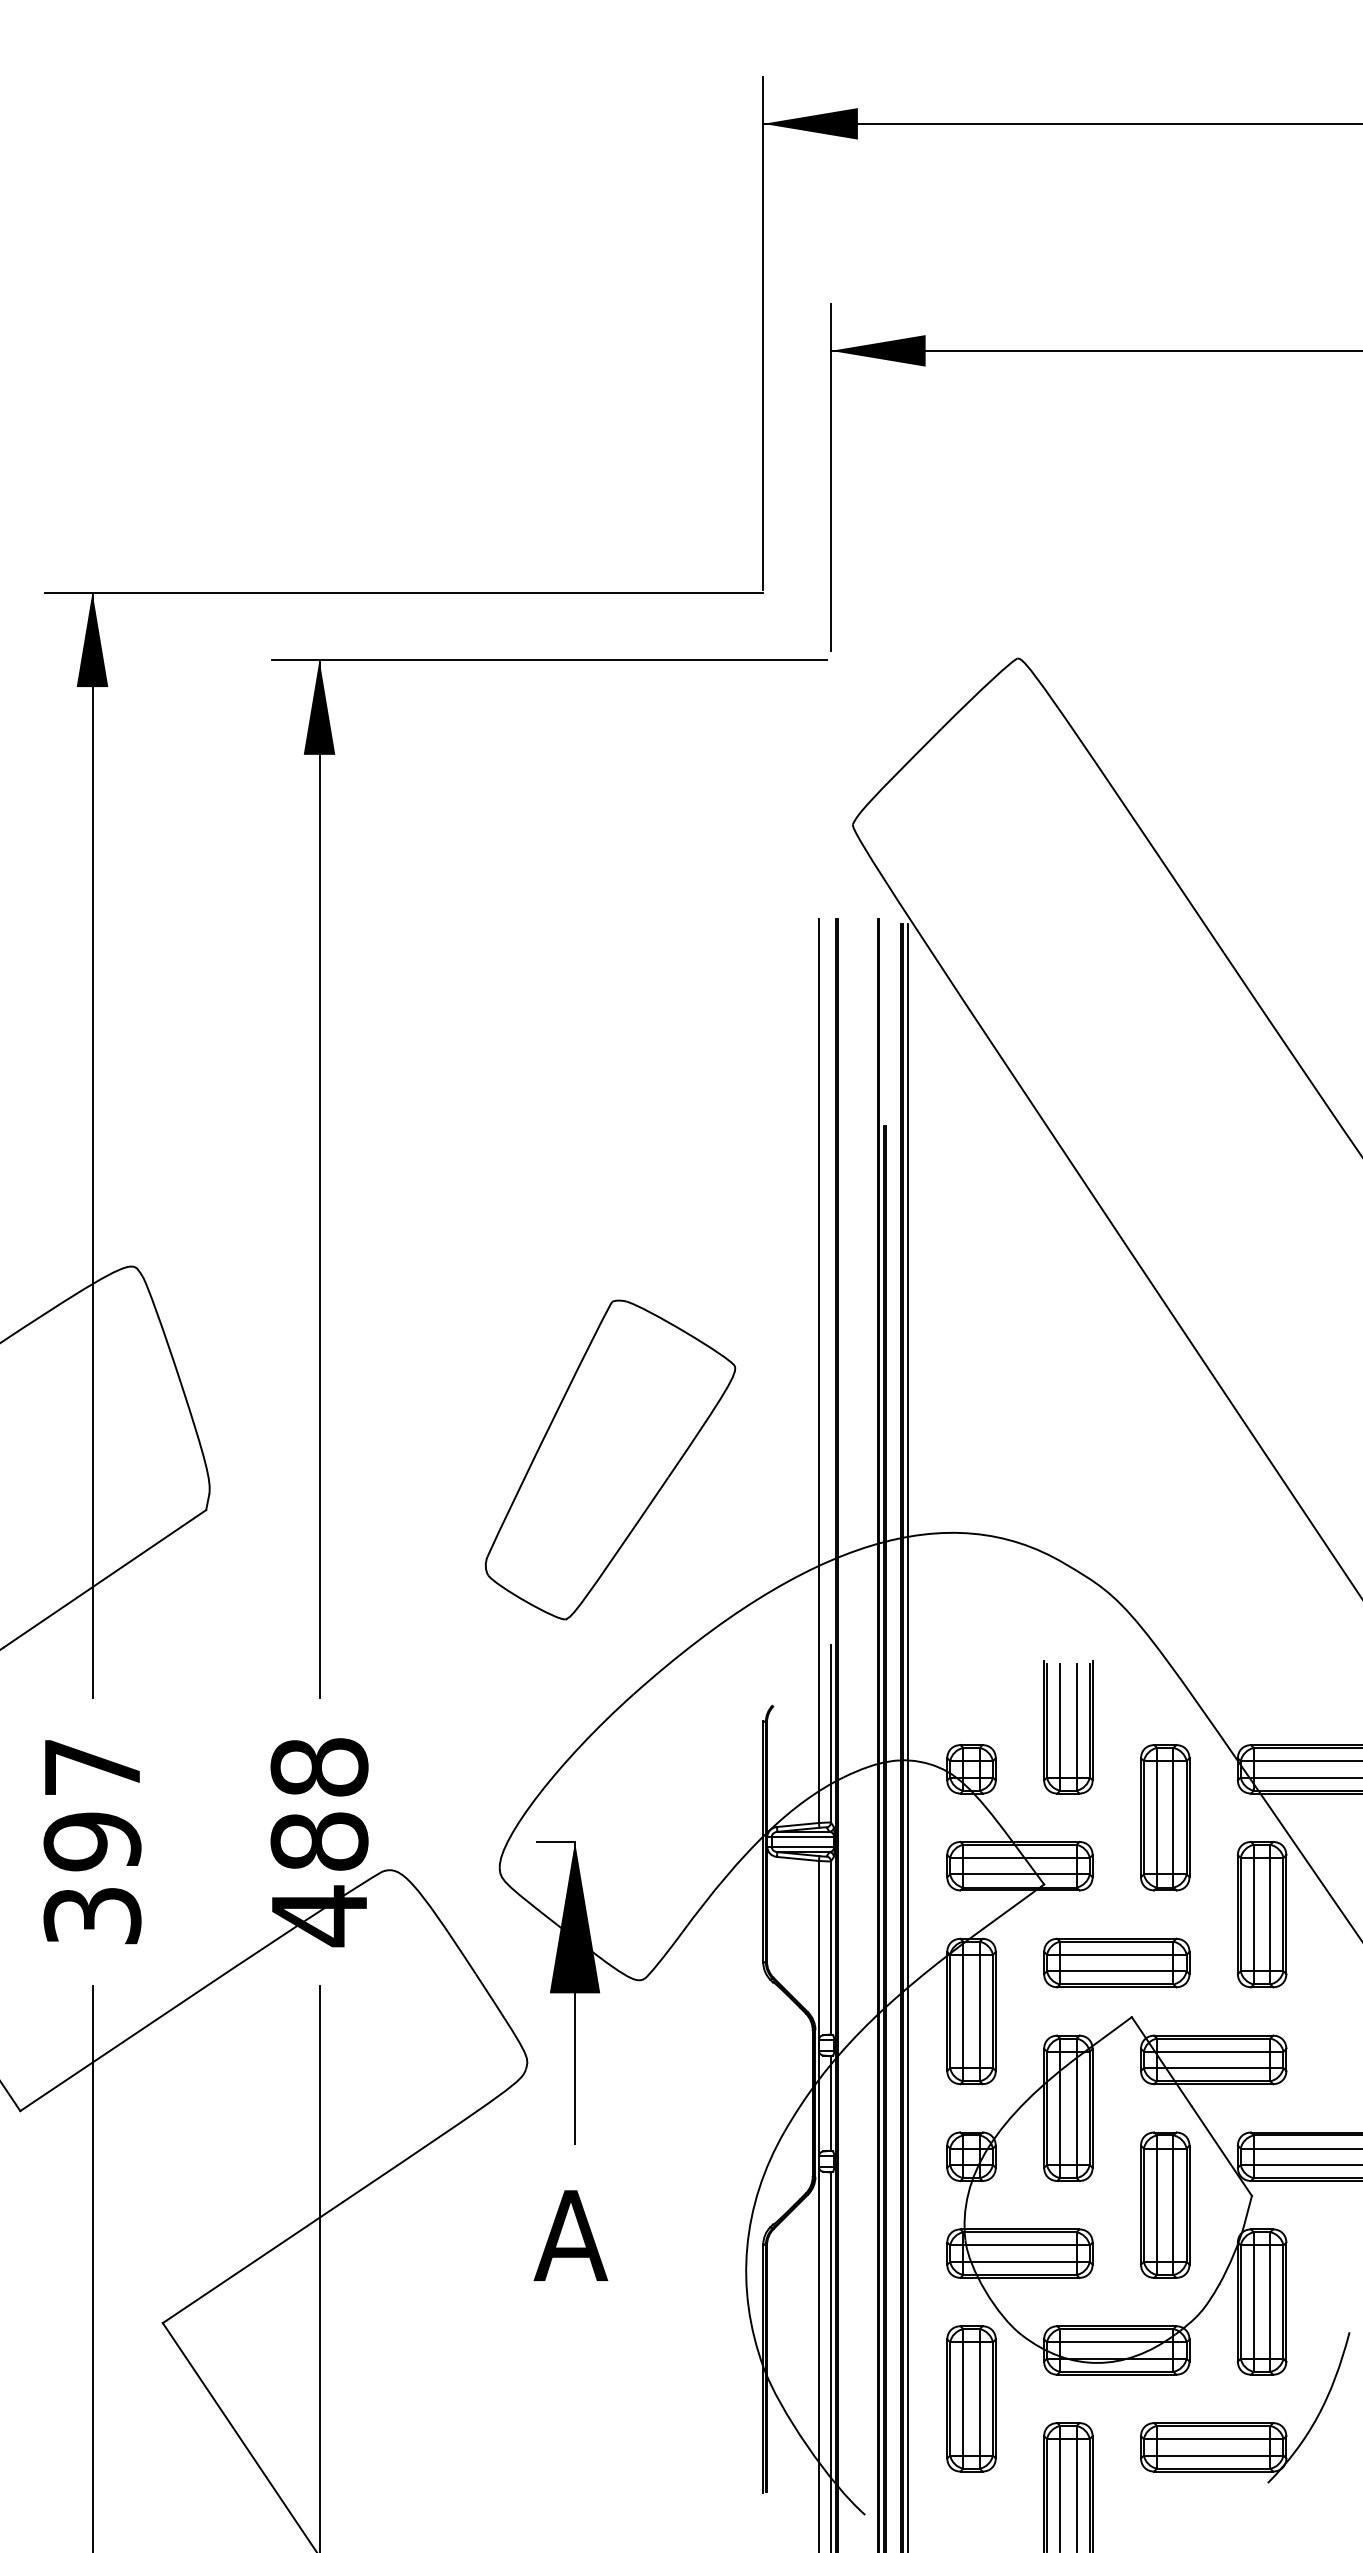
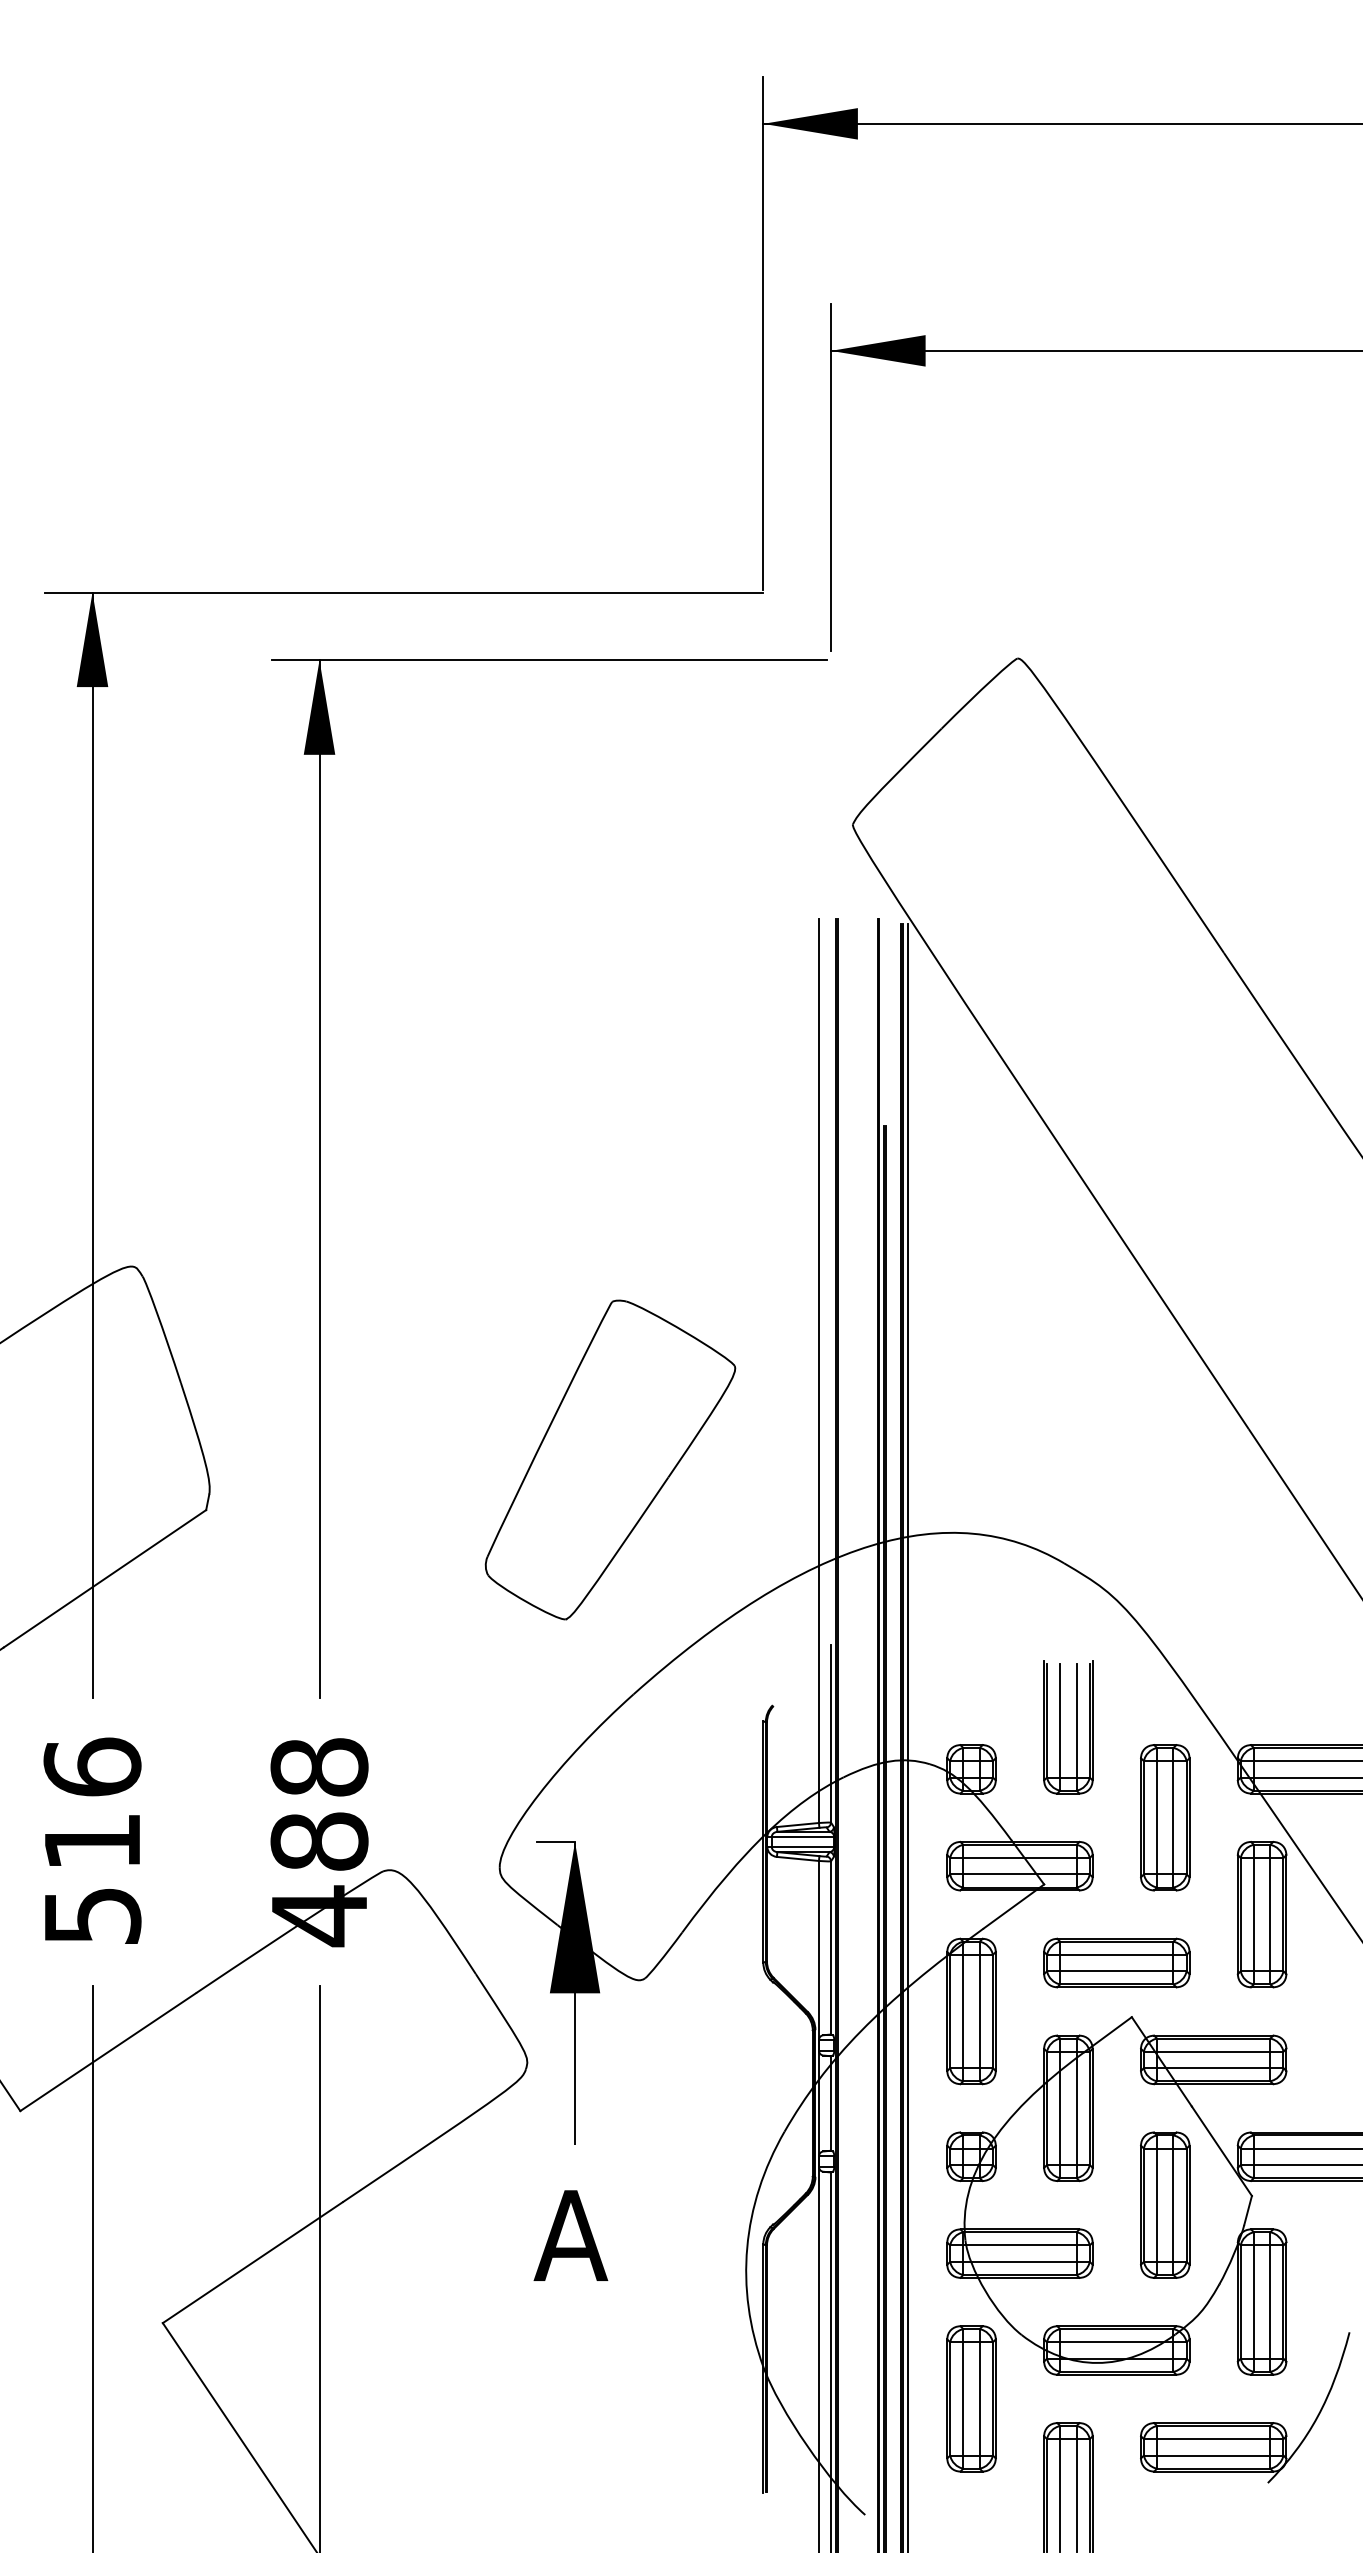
text at (92, 1840): 397 -> 516
